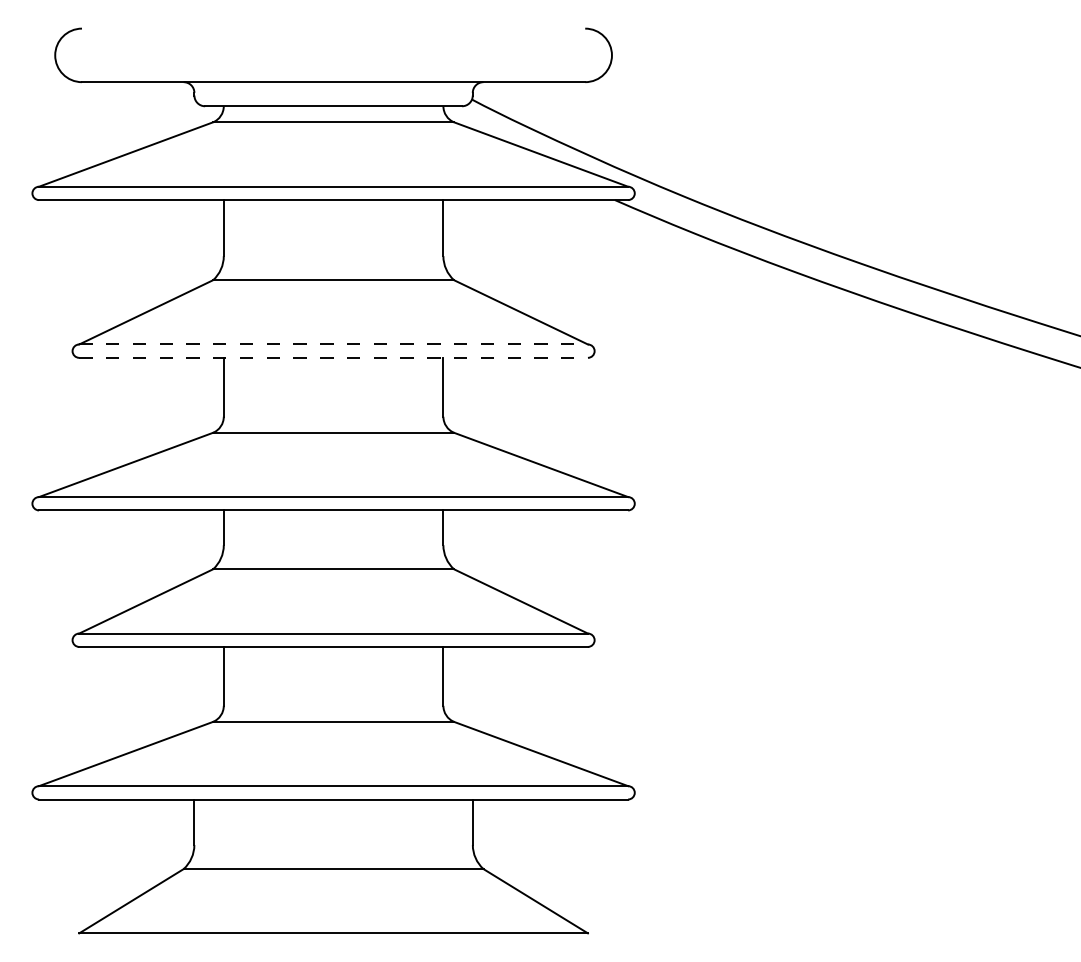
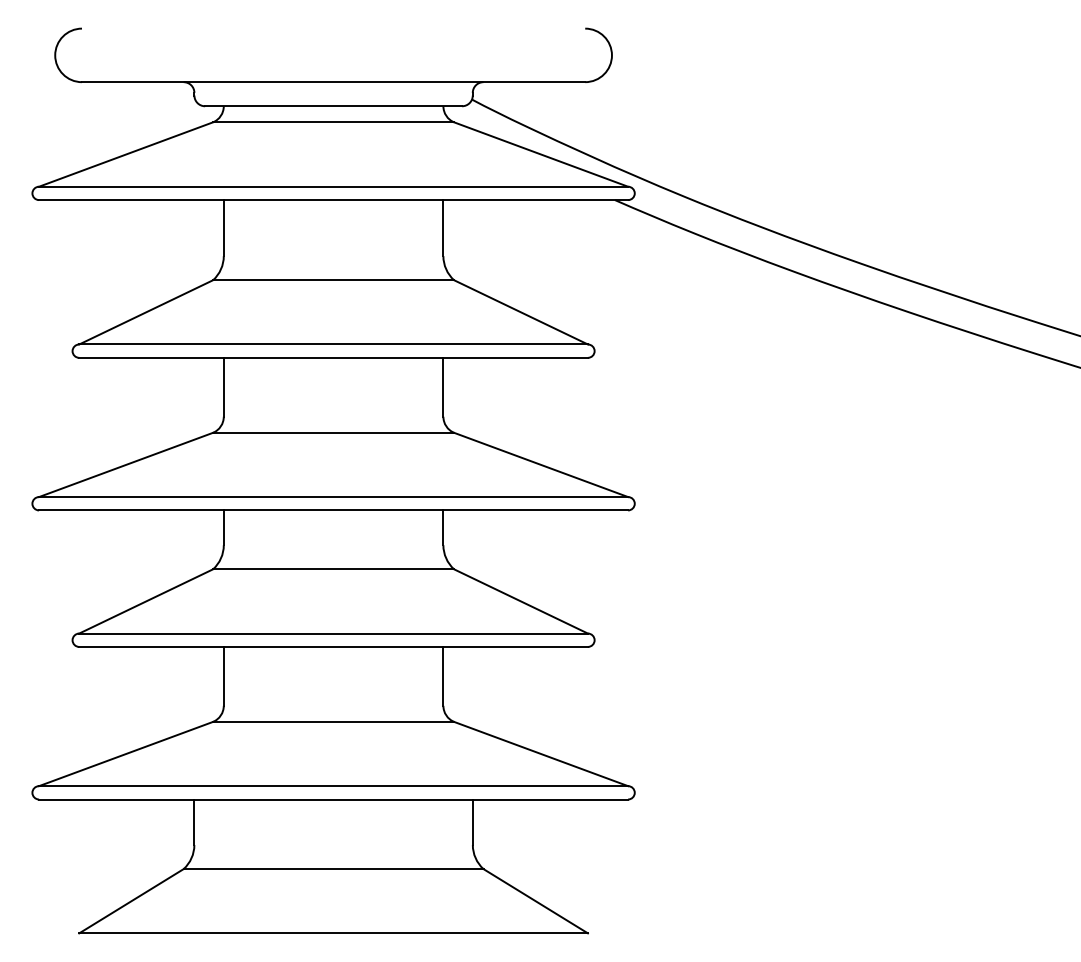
line at (334, 344): dashed -> solid
line at (334, 357): dashed -> solid
